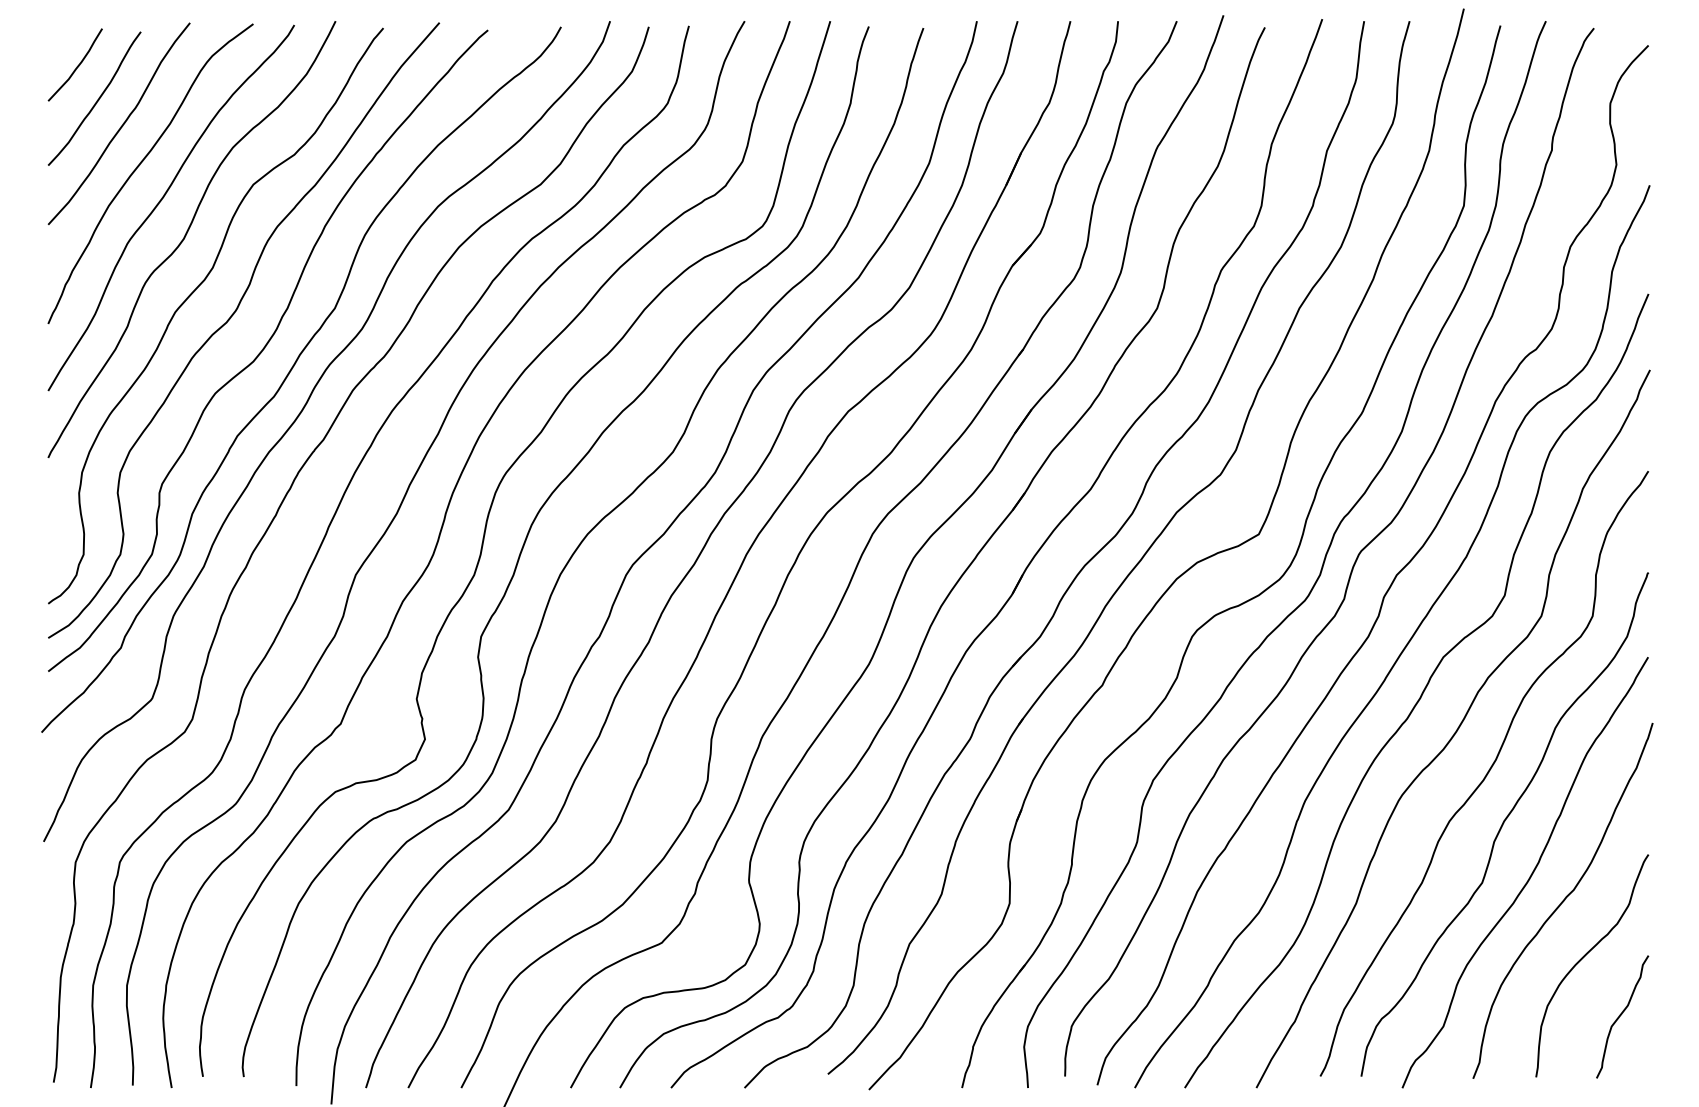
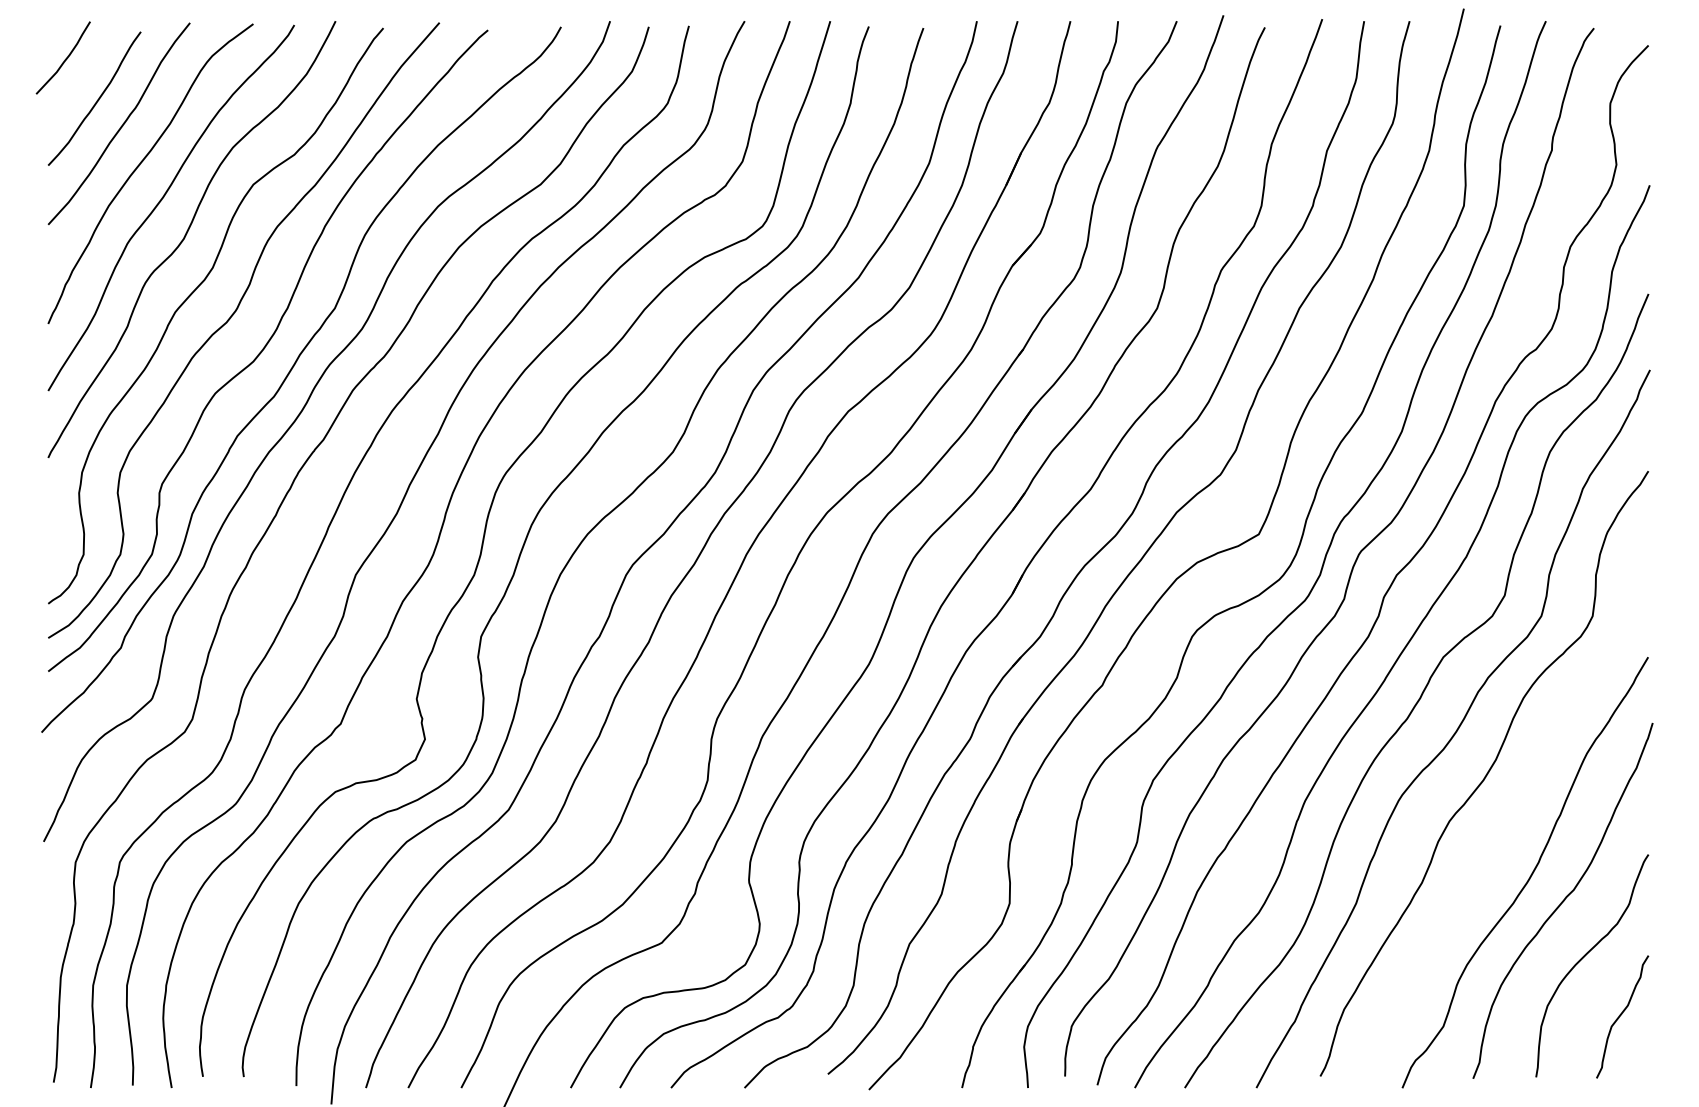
curve at (76, 66) position: (76, 66) -> (64, 59)
curve at (1504, 823): present -> none
